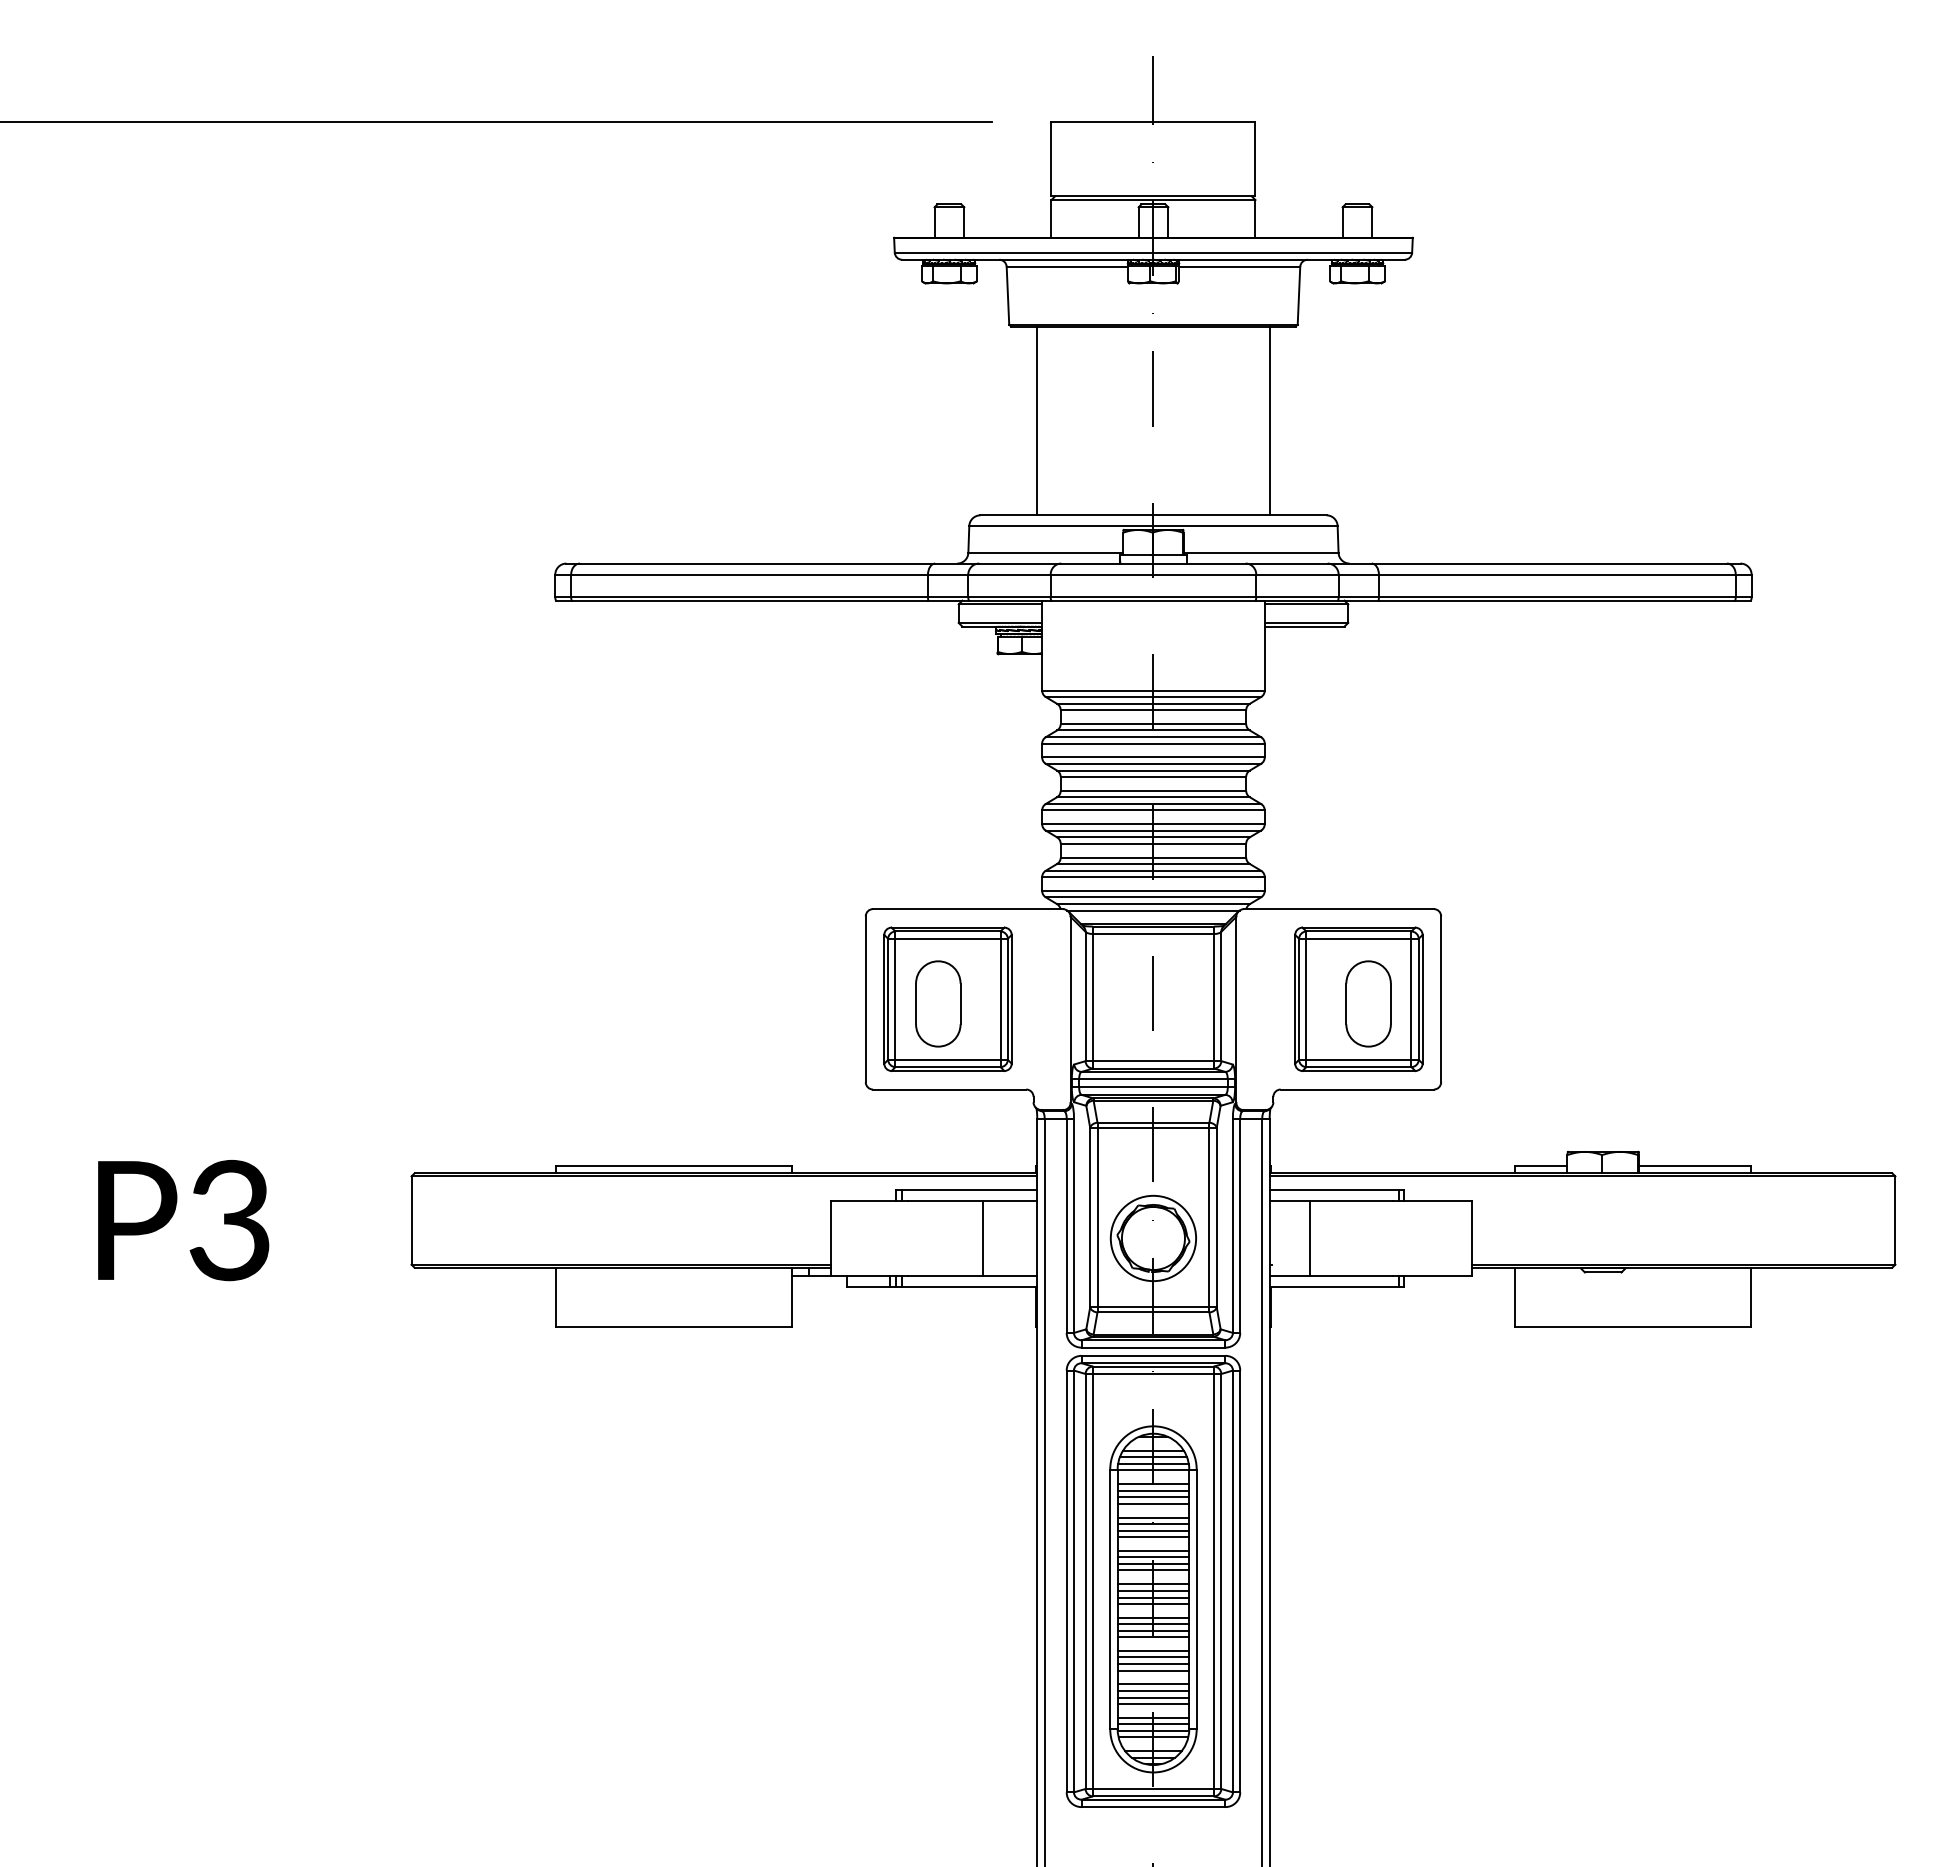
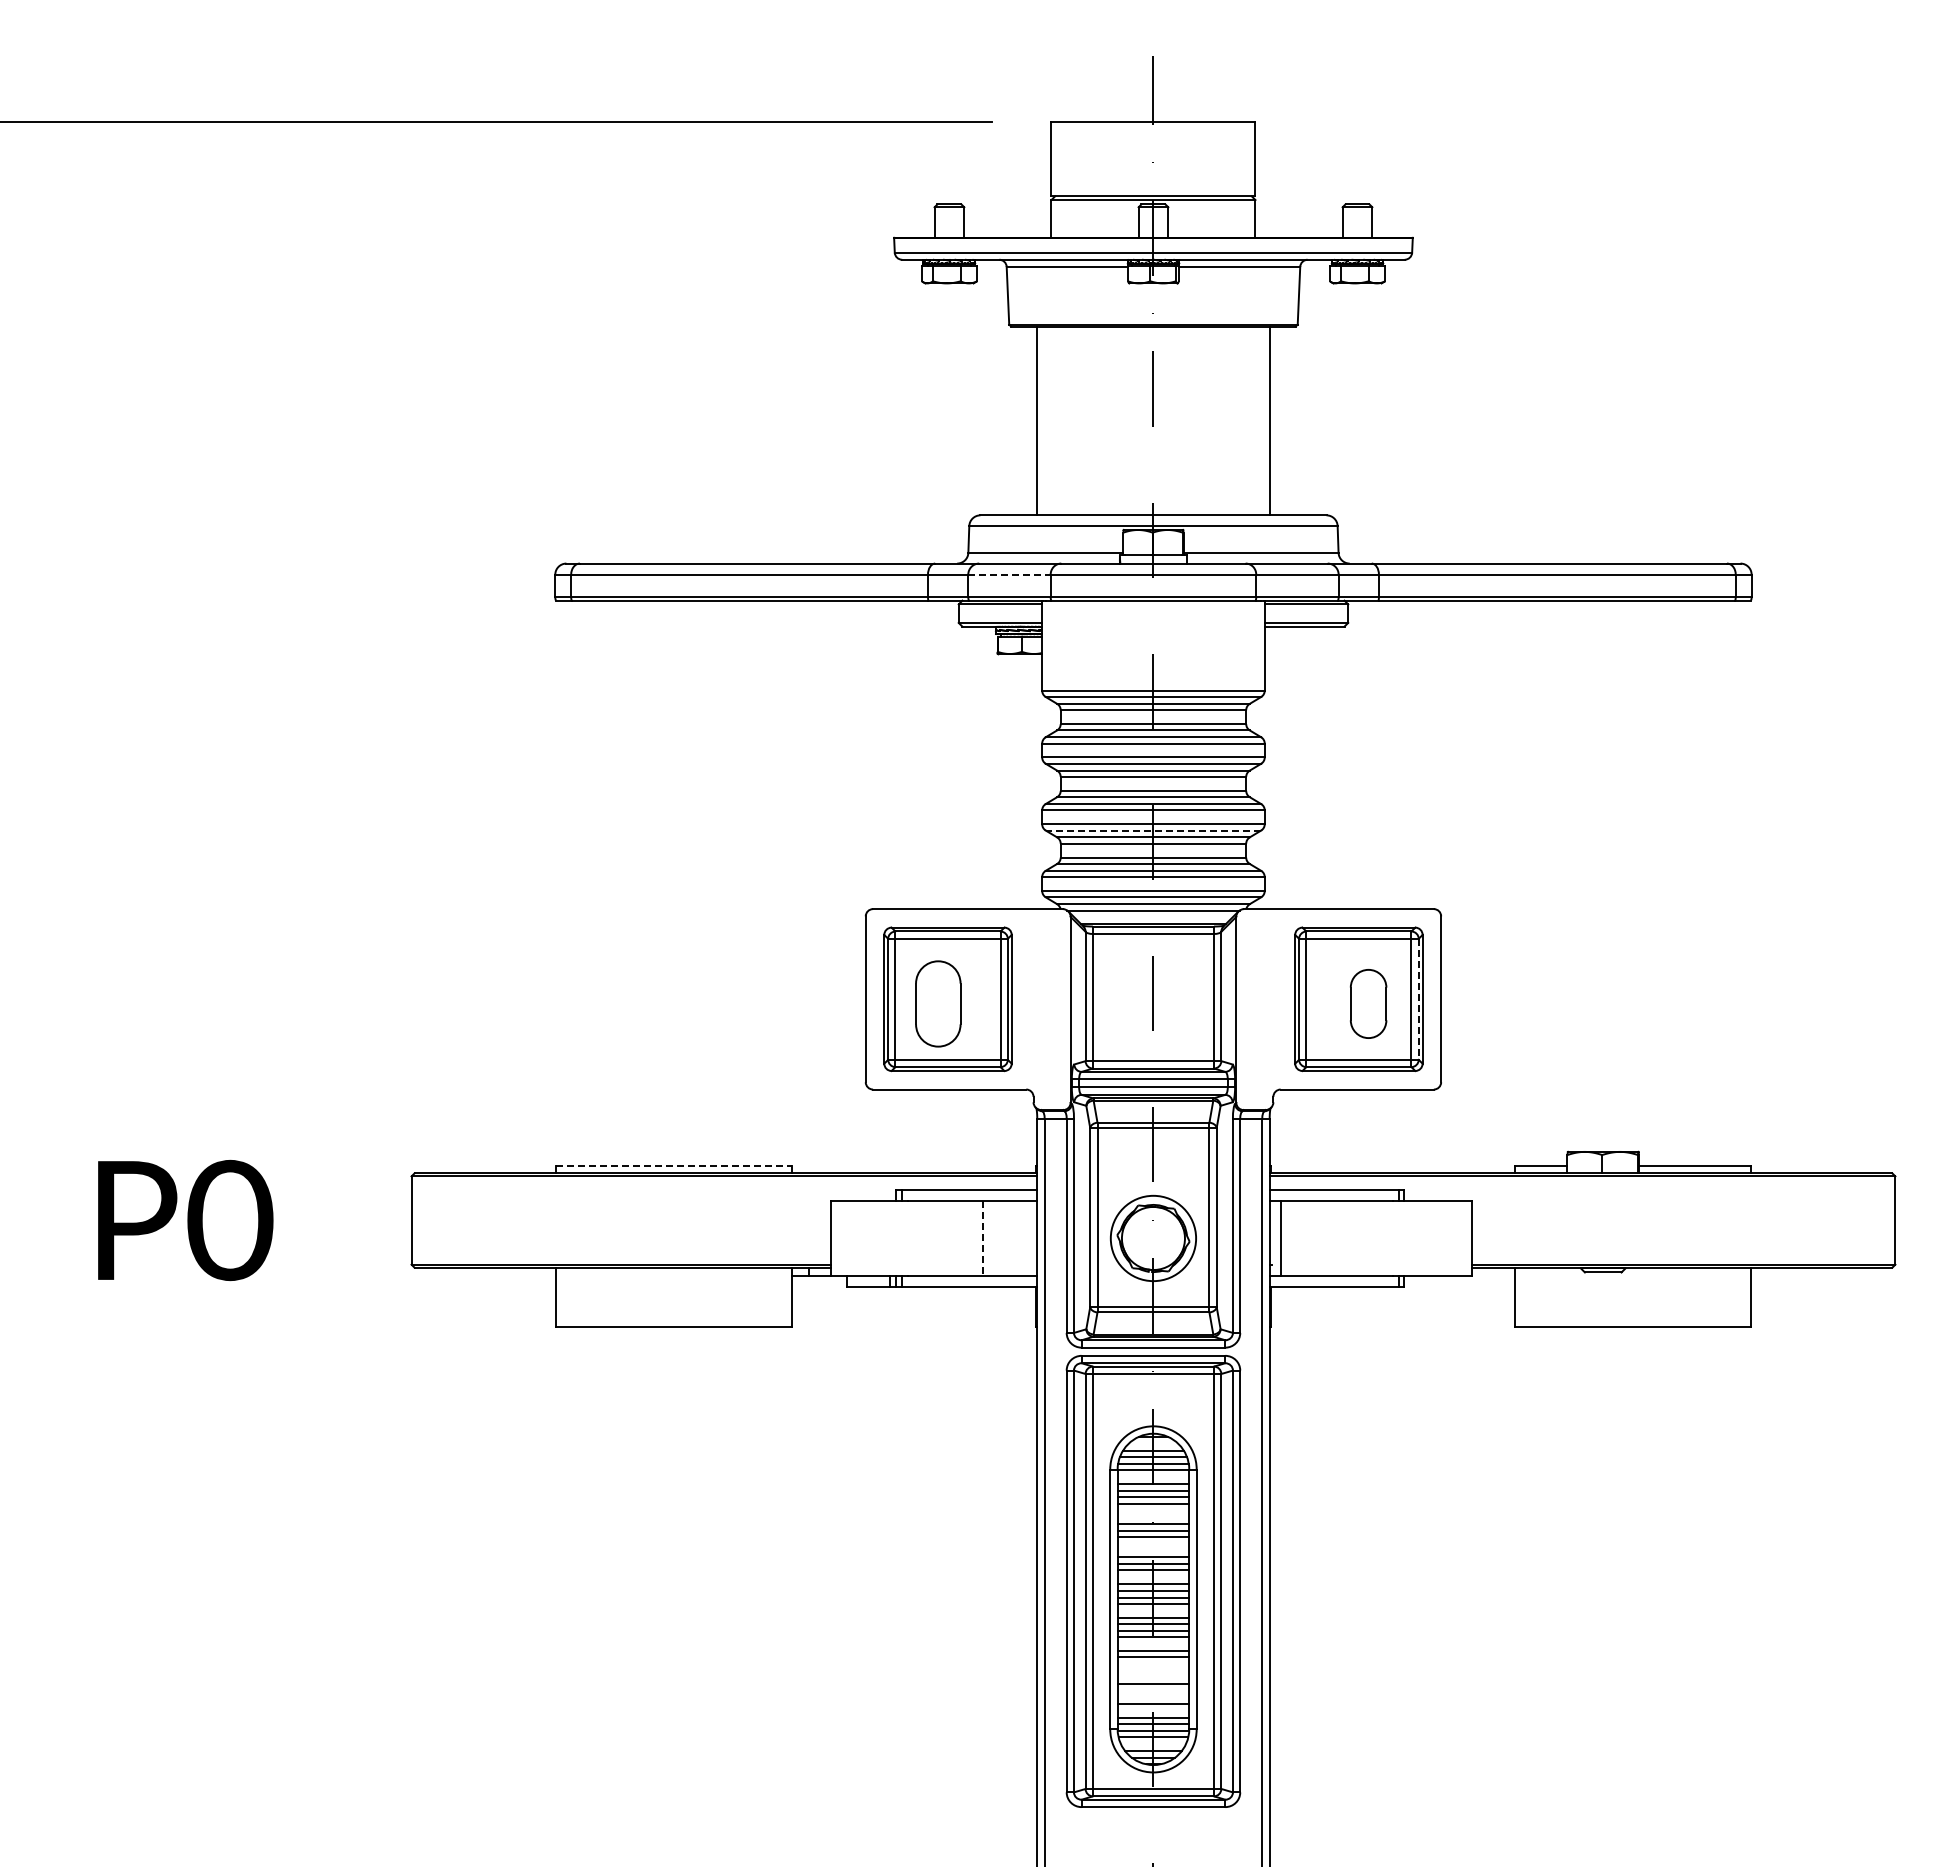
line at (1009, 574): solid -> dashed
line at (1153, 830): solid -> dashed
line at (1418, 999): solid -> dashed
part at (1368, 1003) size: 47x88 px -> 39x70 px
line at (673, 1166): solid -> dashed
text at (230, 1220): P3 -> P0
line at (982, 1238): solid -> dashed
line at (1310, 1238) position: (1310, 1238) -> (1281, 1238)
line at (1153, 1517): present -> none
line at (1153, 1550): present -> none
line at (1153, 1664): present -> none
line at (1153, 1670): present -> none
line at (1153, 1690): present -> none
line at (1153, 1697): present -> none
